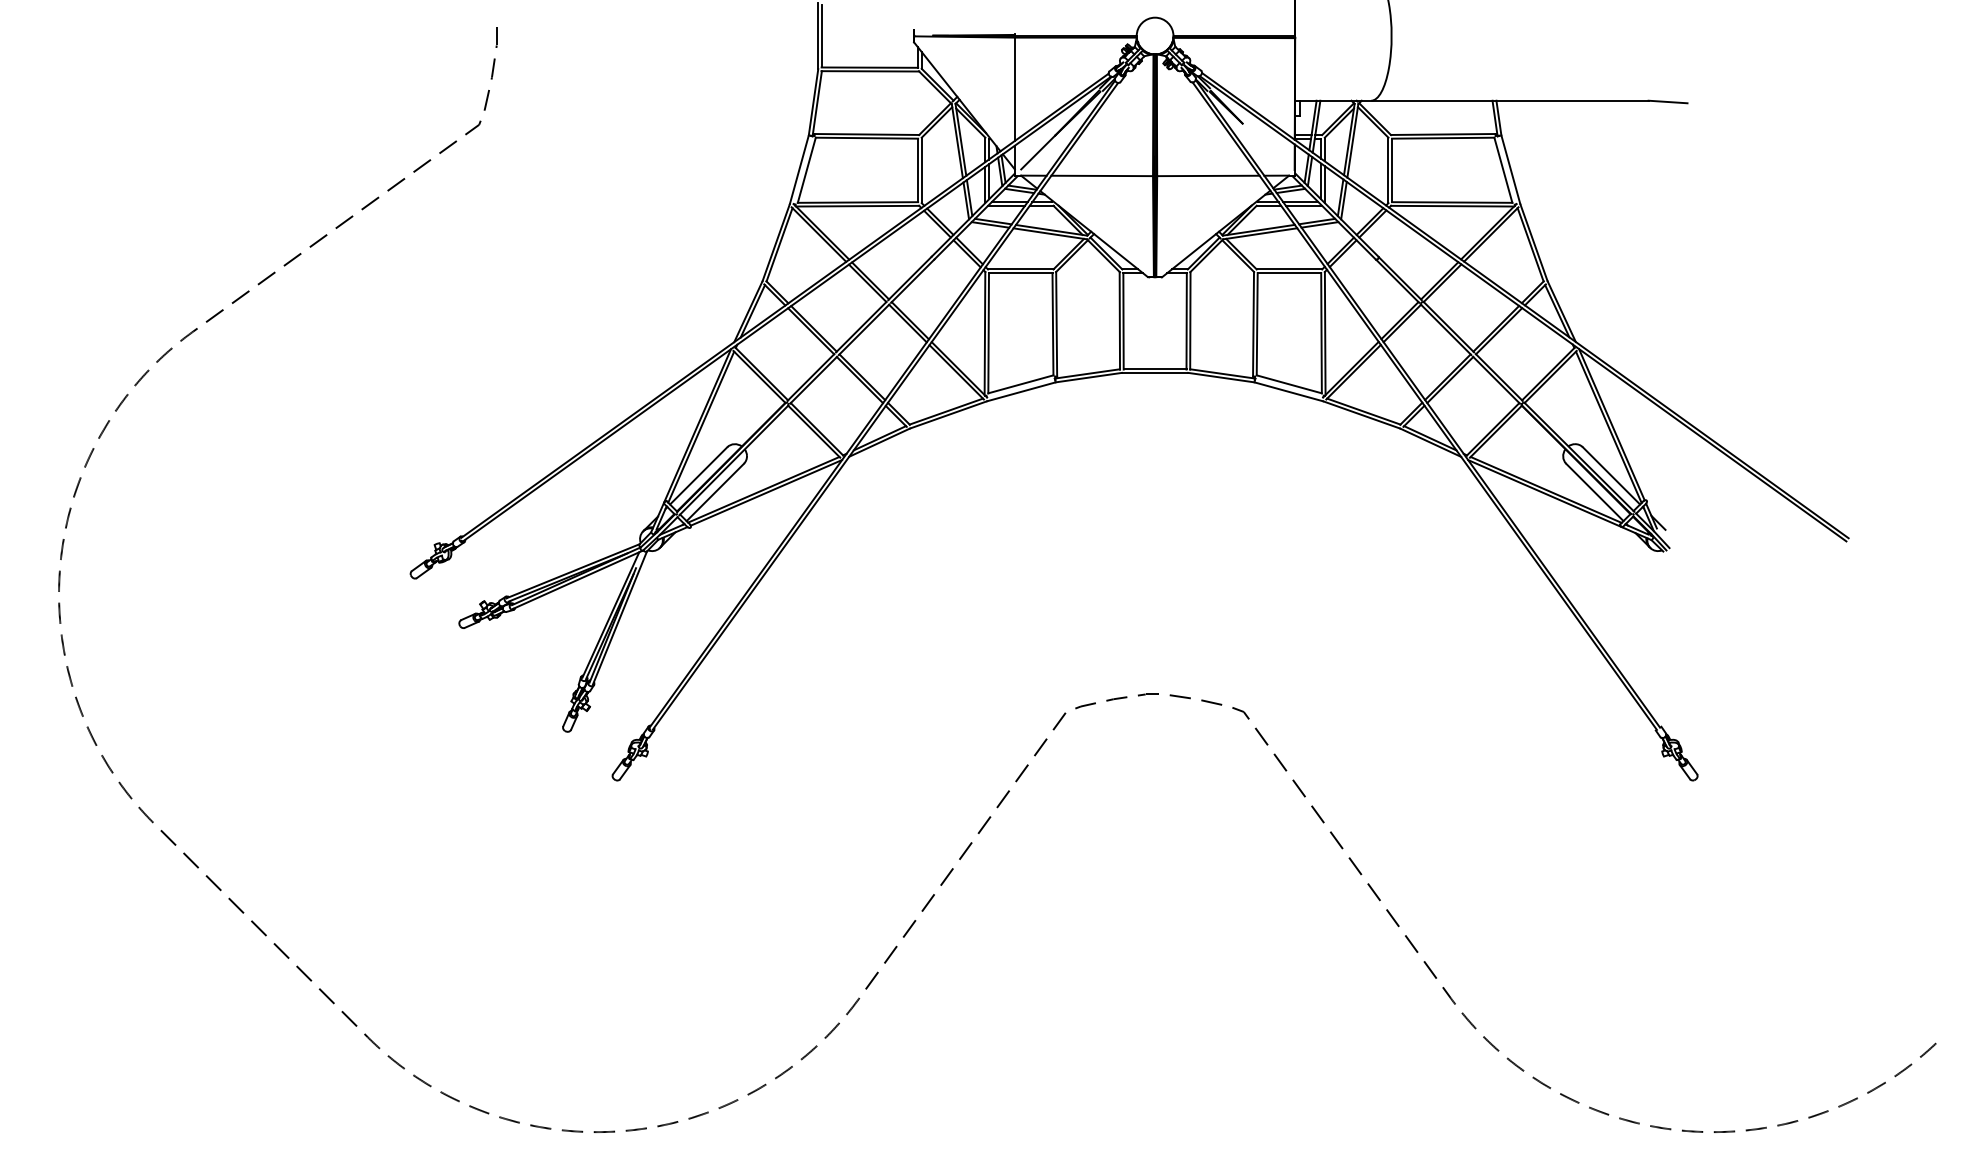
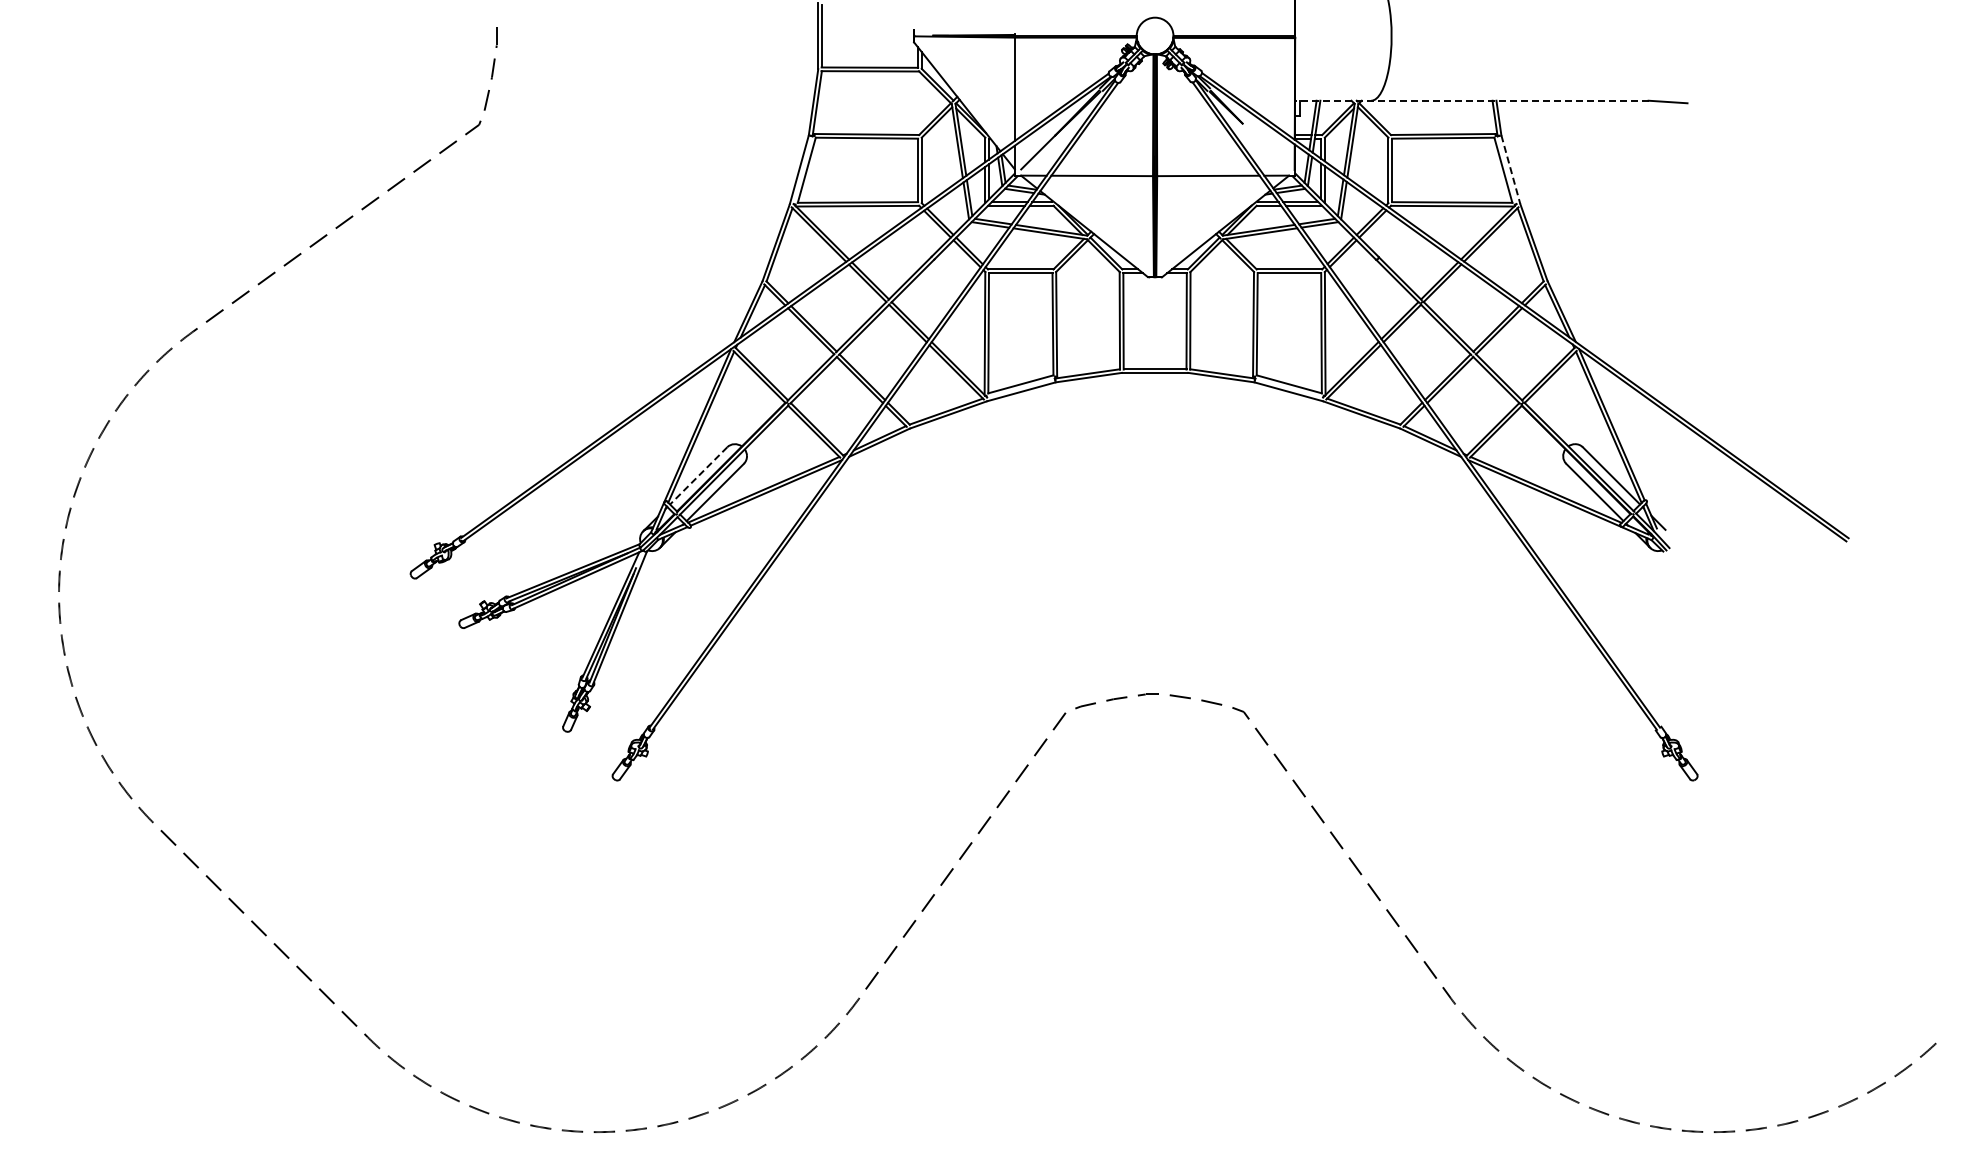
line at (1472, 100): solid -> dashed
line at (1510, 169): solid -> dashed
line at (698, 476): solid -> dashed
